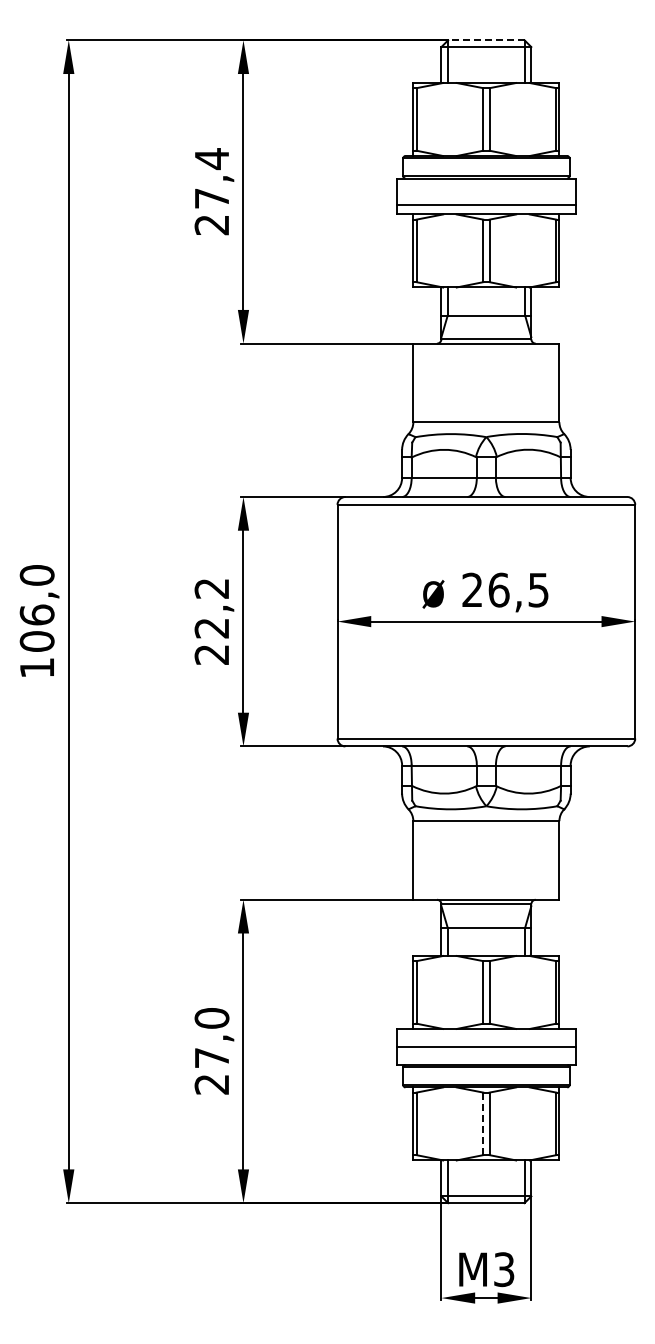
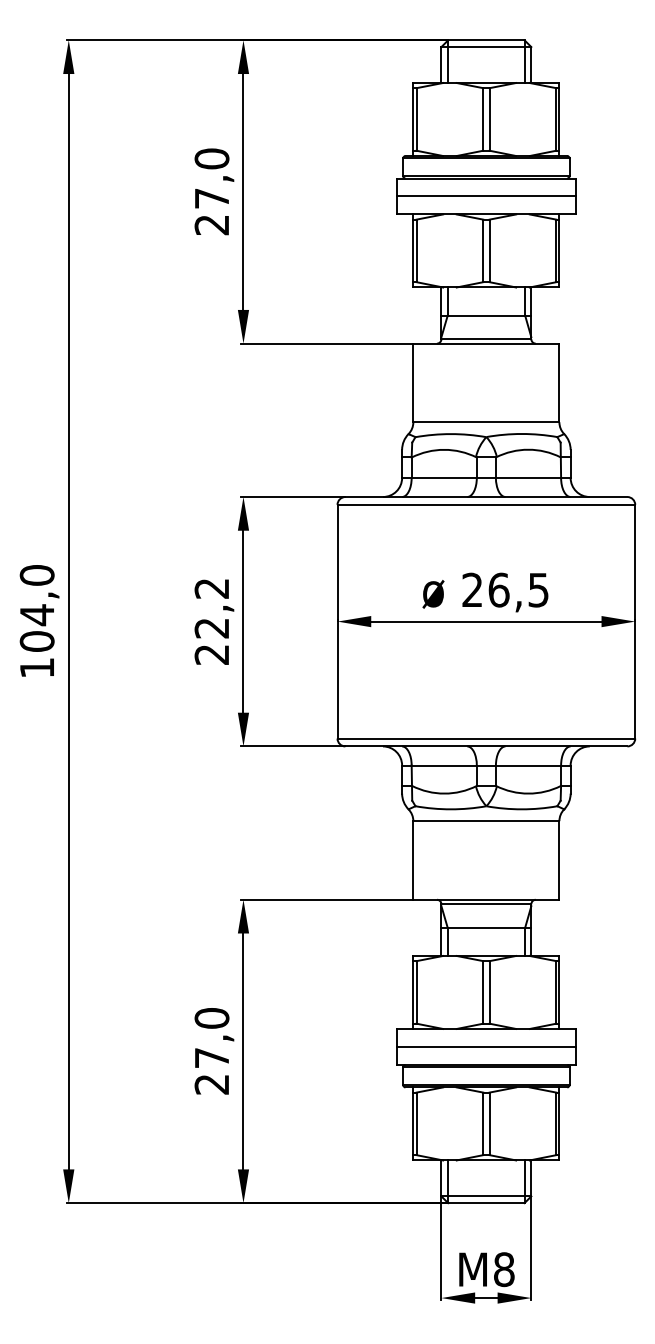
line at (485, 40): dashed -> solid
text at (211, 159): 27,4 -> 27,0
line at (486, 205) position: (486, 205) -> (486, 196)
text at (36, 615): 106,0 -> 104,0
line at (483, 1123): dashed -> solid
text at (504, 1269): M3 -> M8
